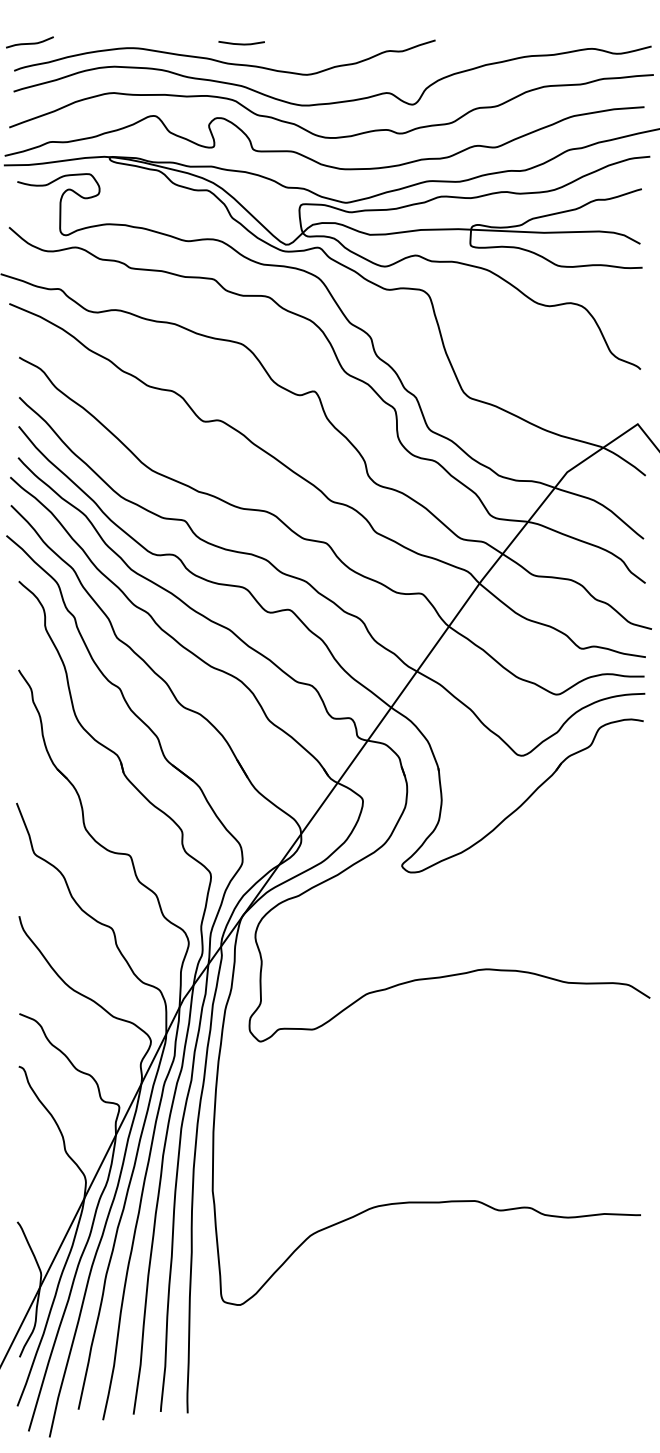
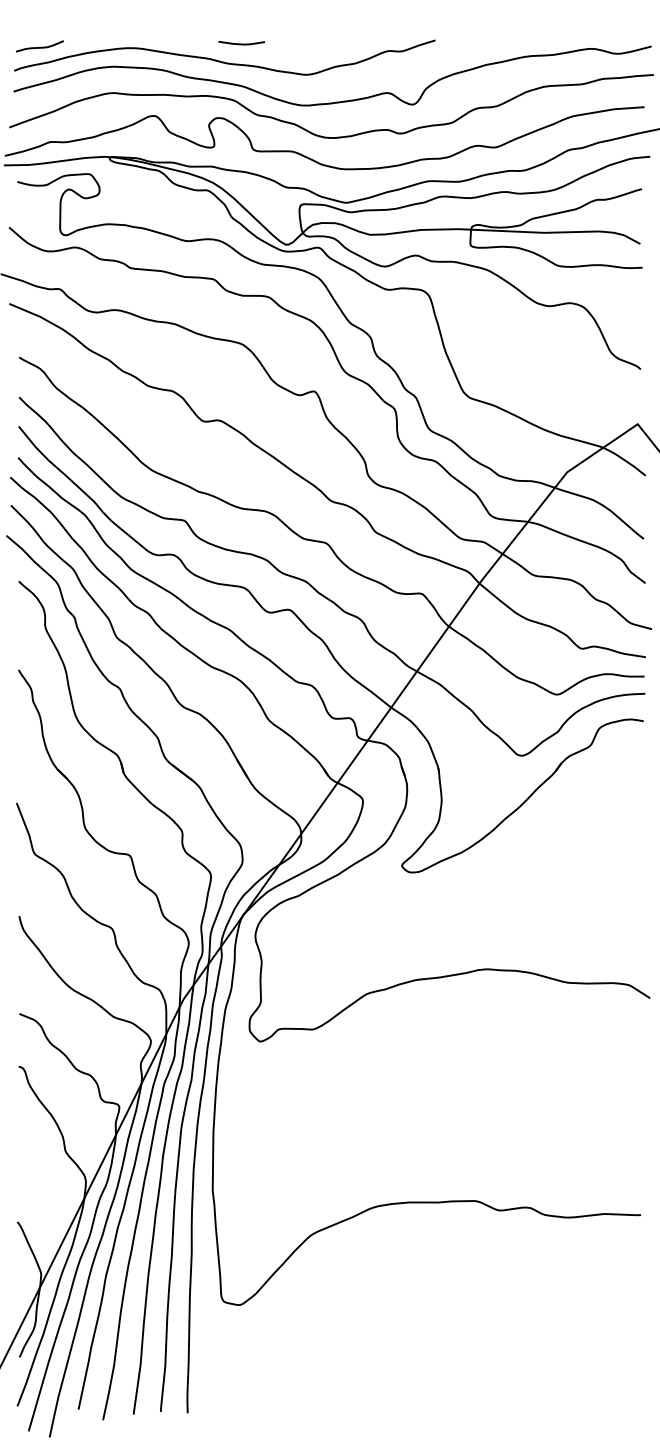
curve at (30, 42) position: (30, 42) -> (40, 46)
